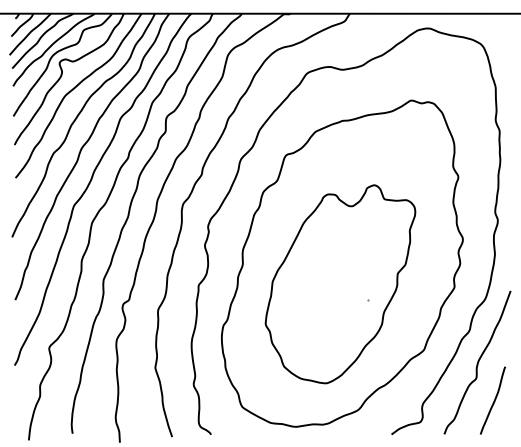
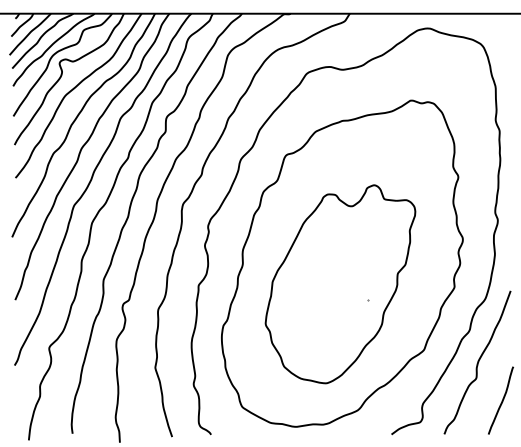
curve at (493, 400) position: (493, 400) -> (501, 400)
